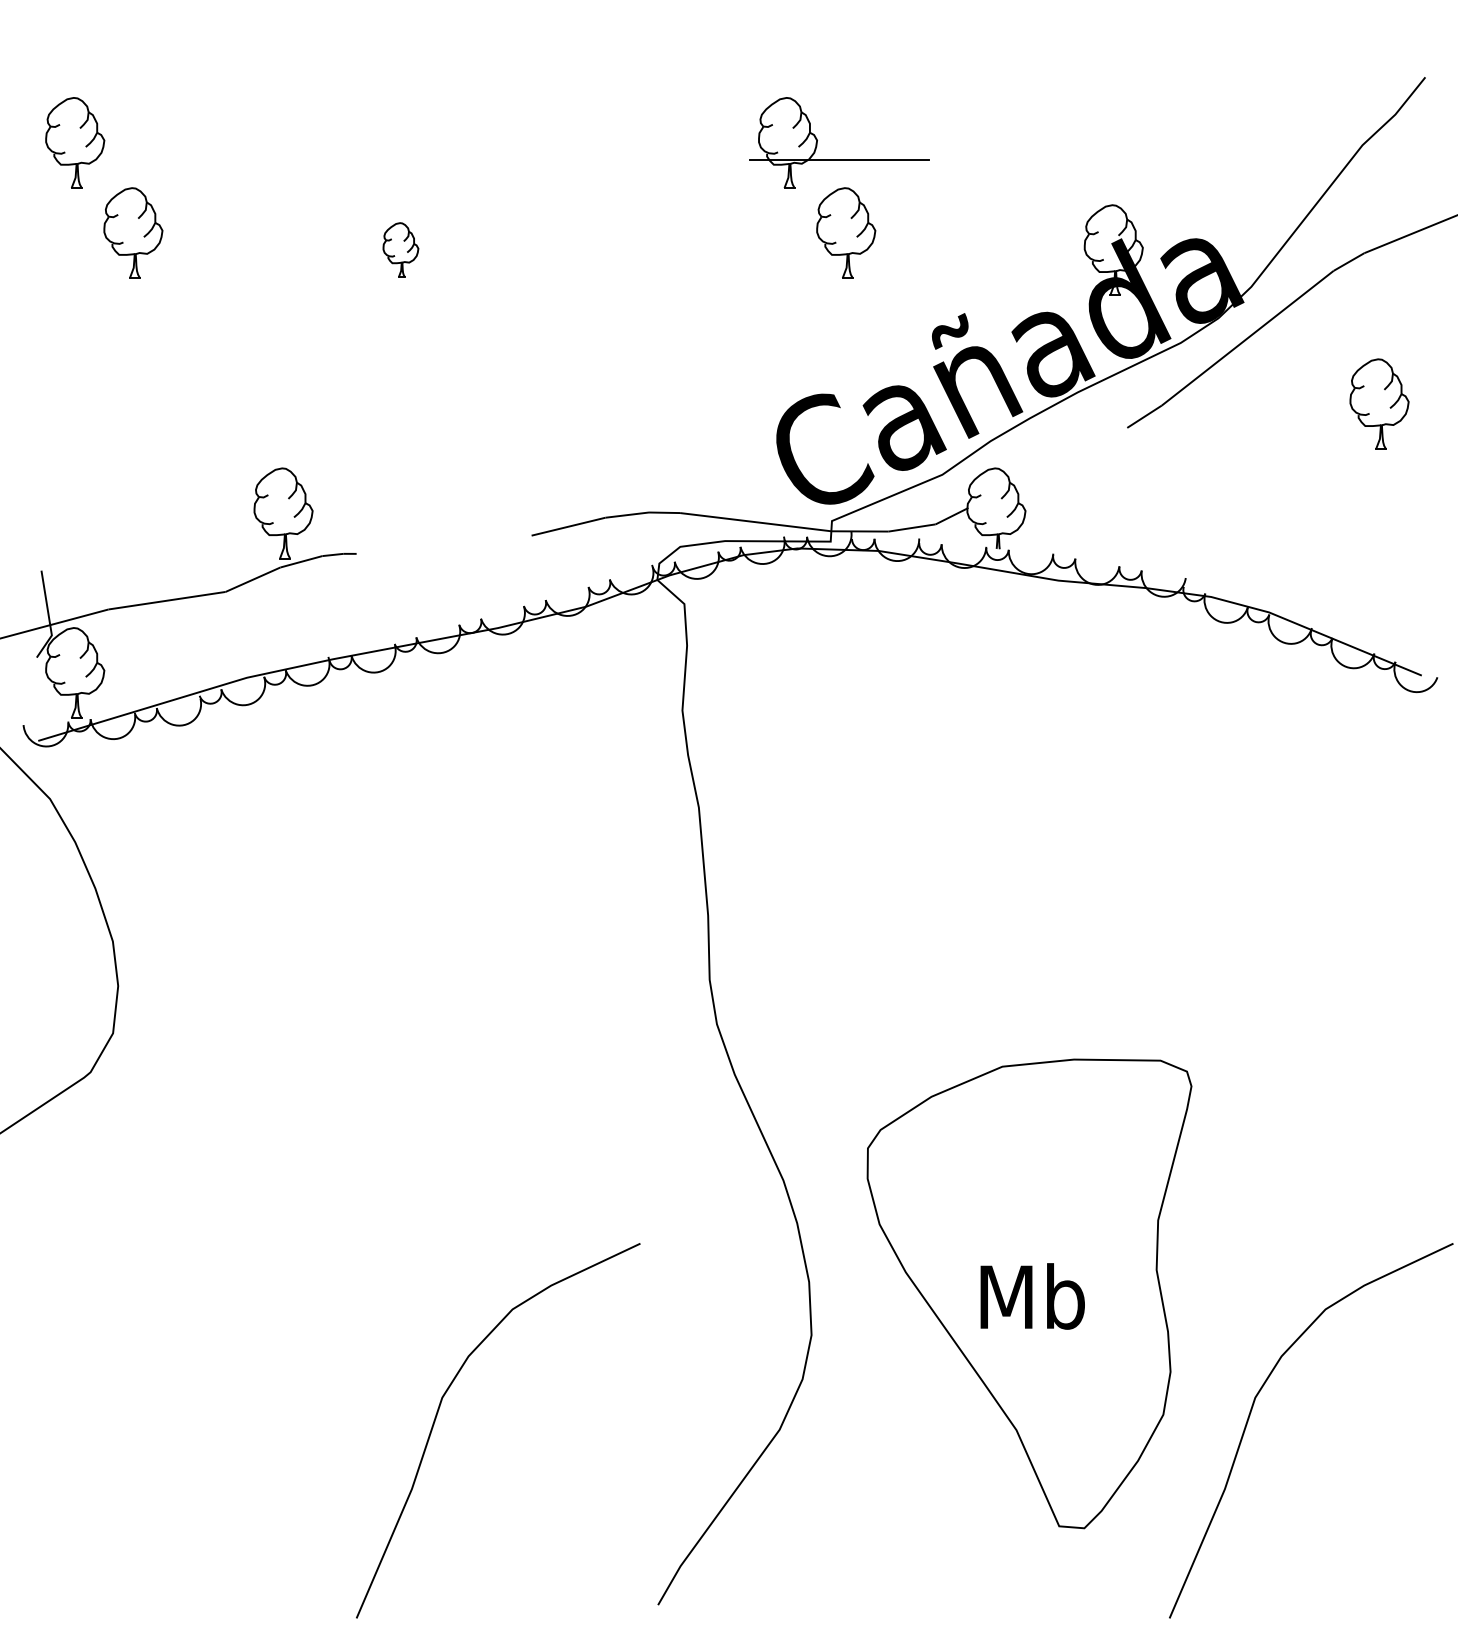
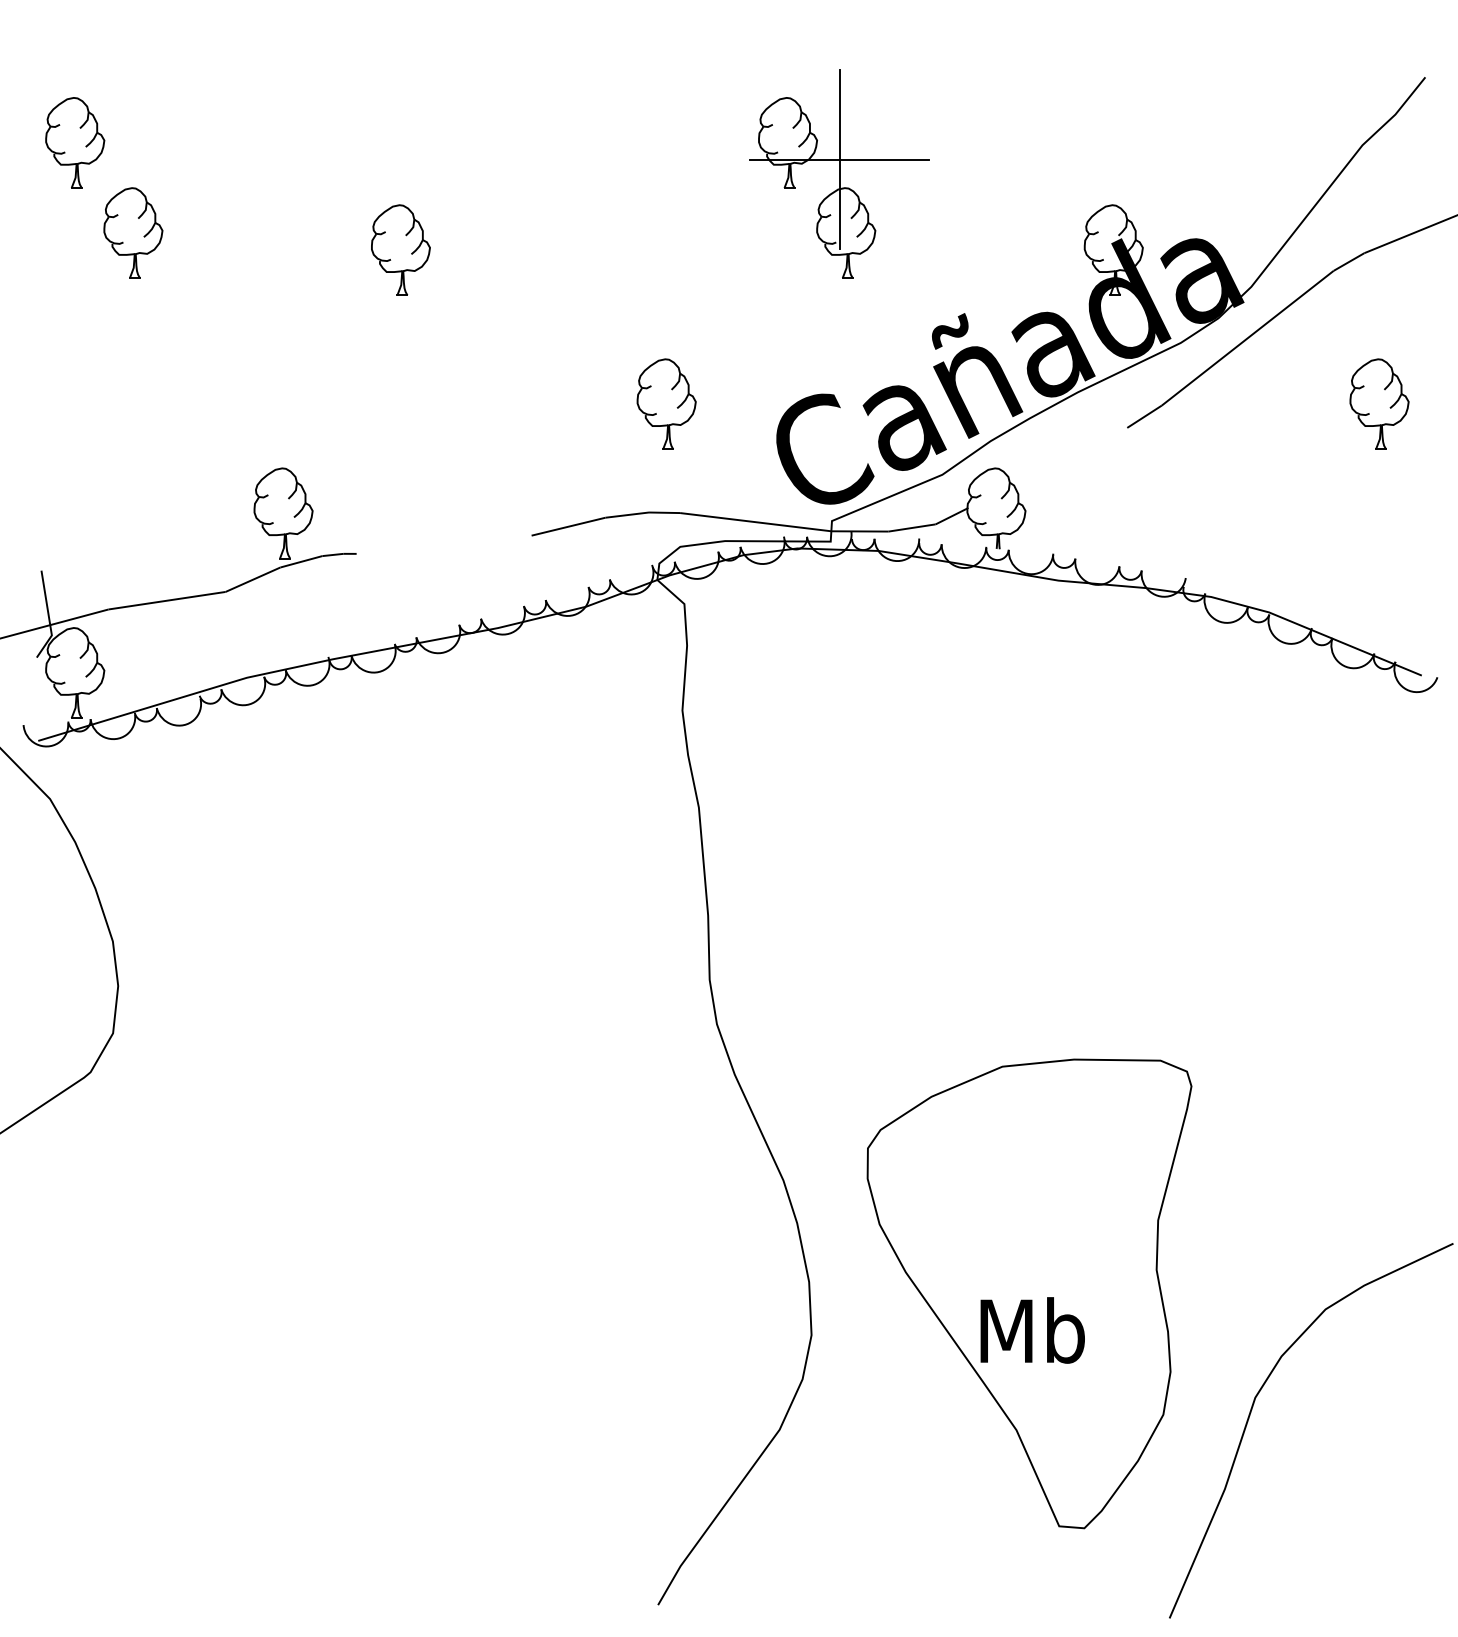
line at (839, 159): none -> present
part at (400, 249) size: 38x56 px -> 60x92 px
part at (666, 403): none -> present
text at (1032, 1296) position: (1032, 1296) -> (1032, 1330)
curve at (439, 1409): present -> none
